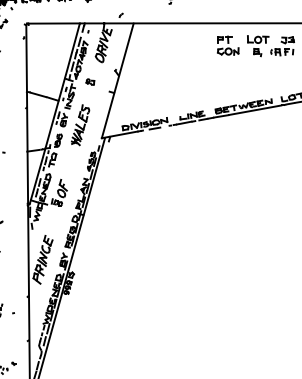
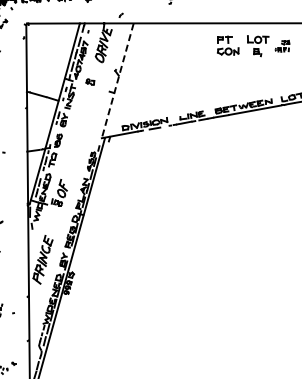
part at (282, 46) size: 25x21 px -> 17x14 px
line at (117, 81): solid -> dashed
part at (80, 125): present -> none
